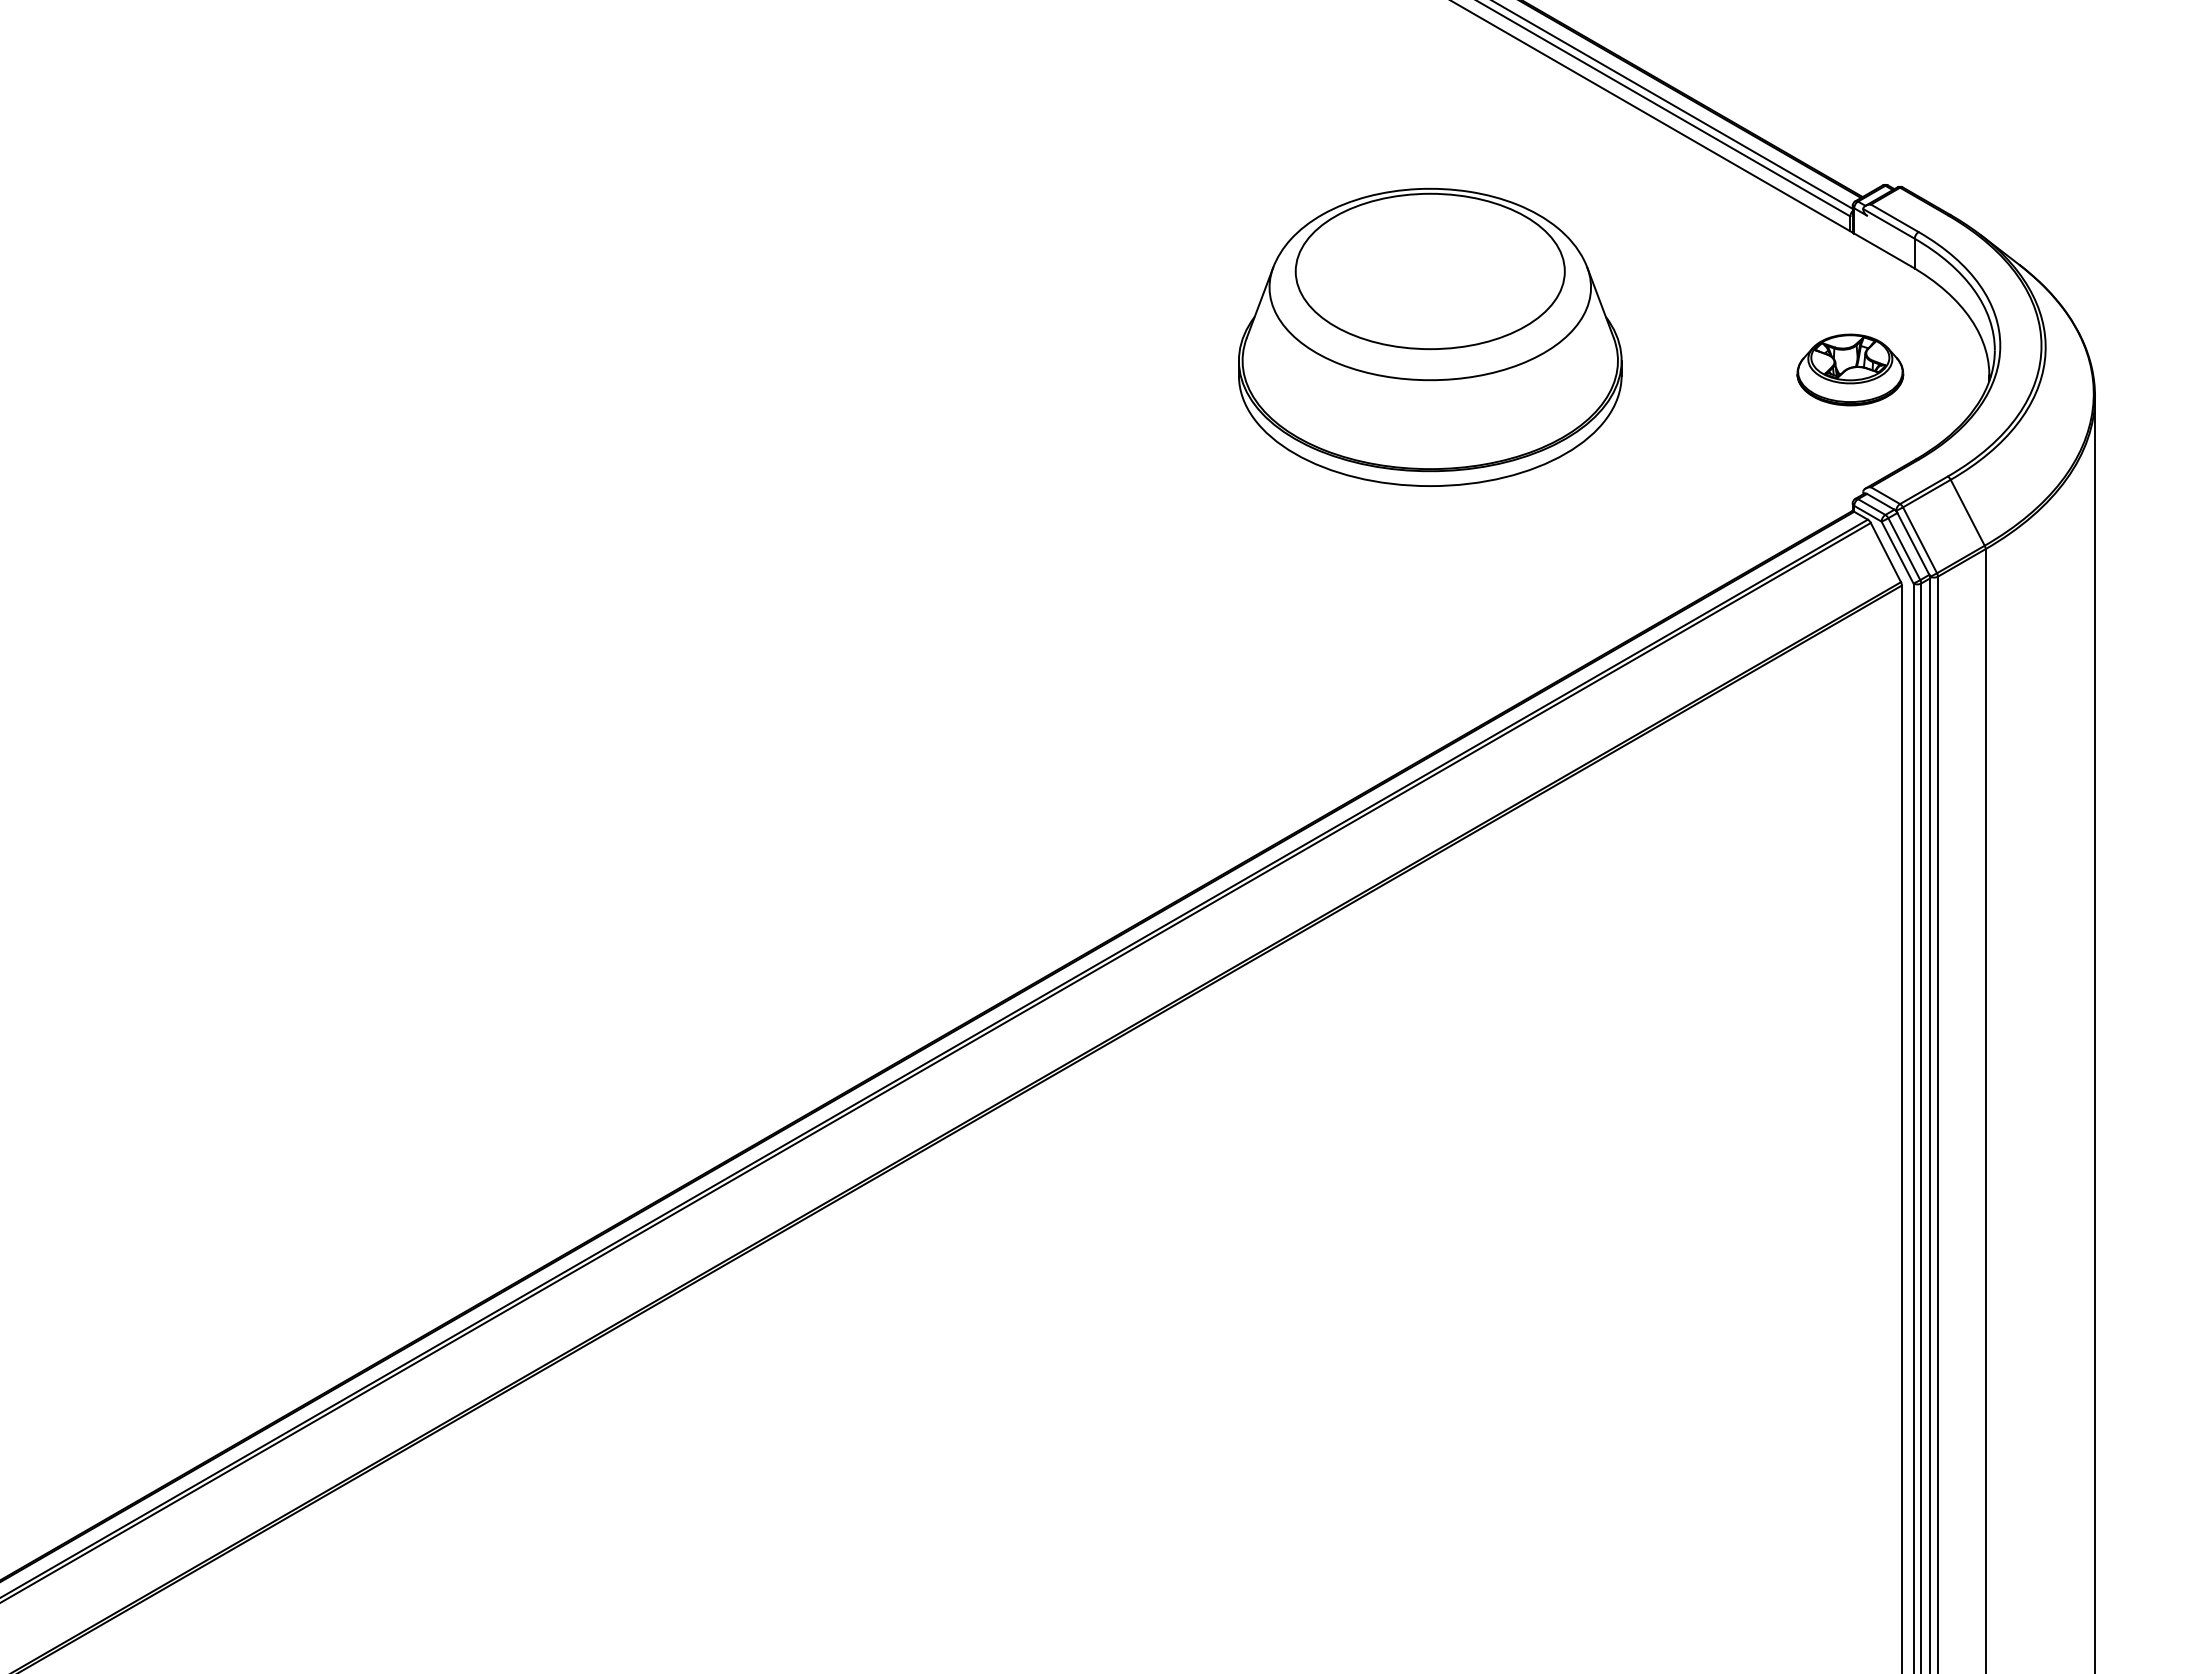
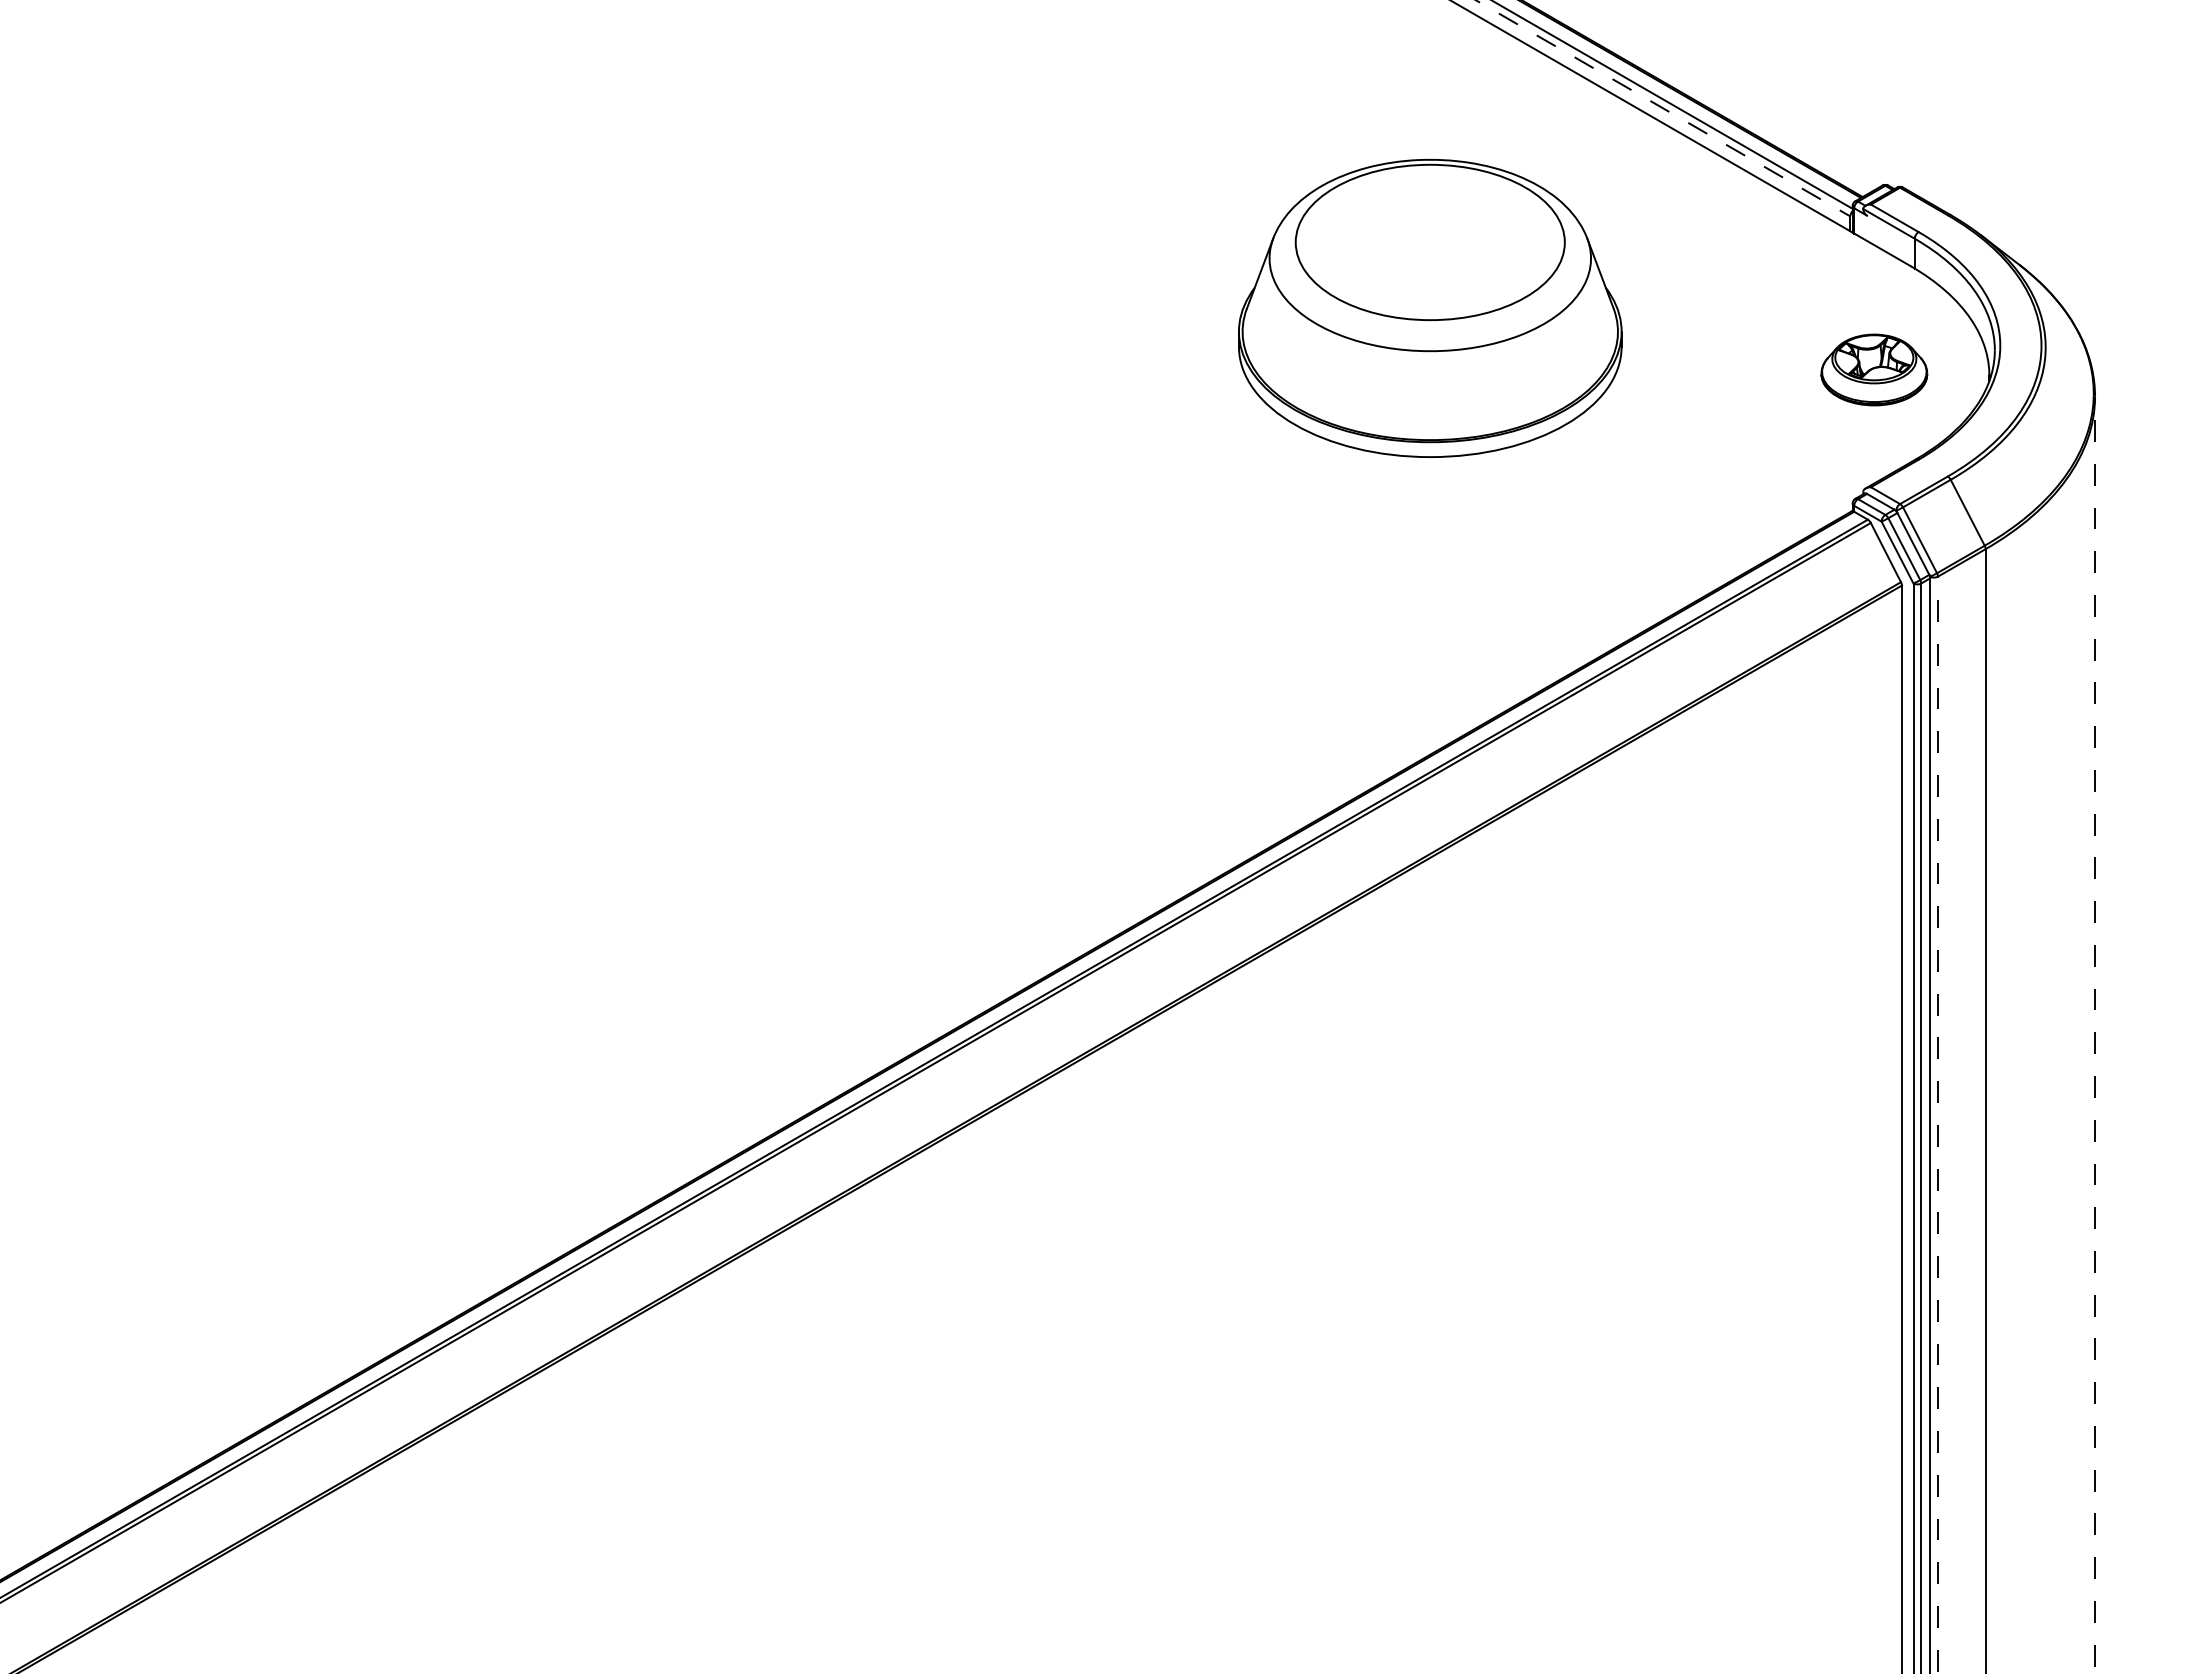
line at (1663, 108): solid -> dashed
part at (1430, 336) position: (1430, 336) -> (1430, 307)
part at (1850, 369) position: (1850, 369) -> (1874, 369)
line at (2095, 1034): solid -> dashed
line at (1937, 1124): solid -> dashed
